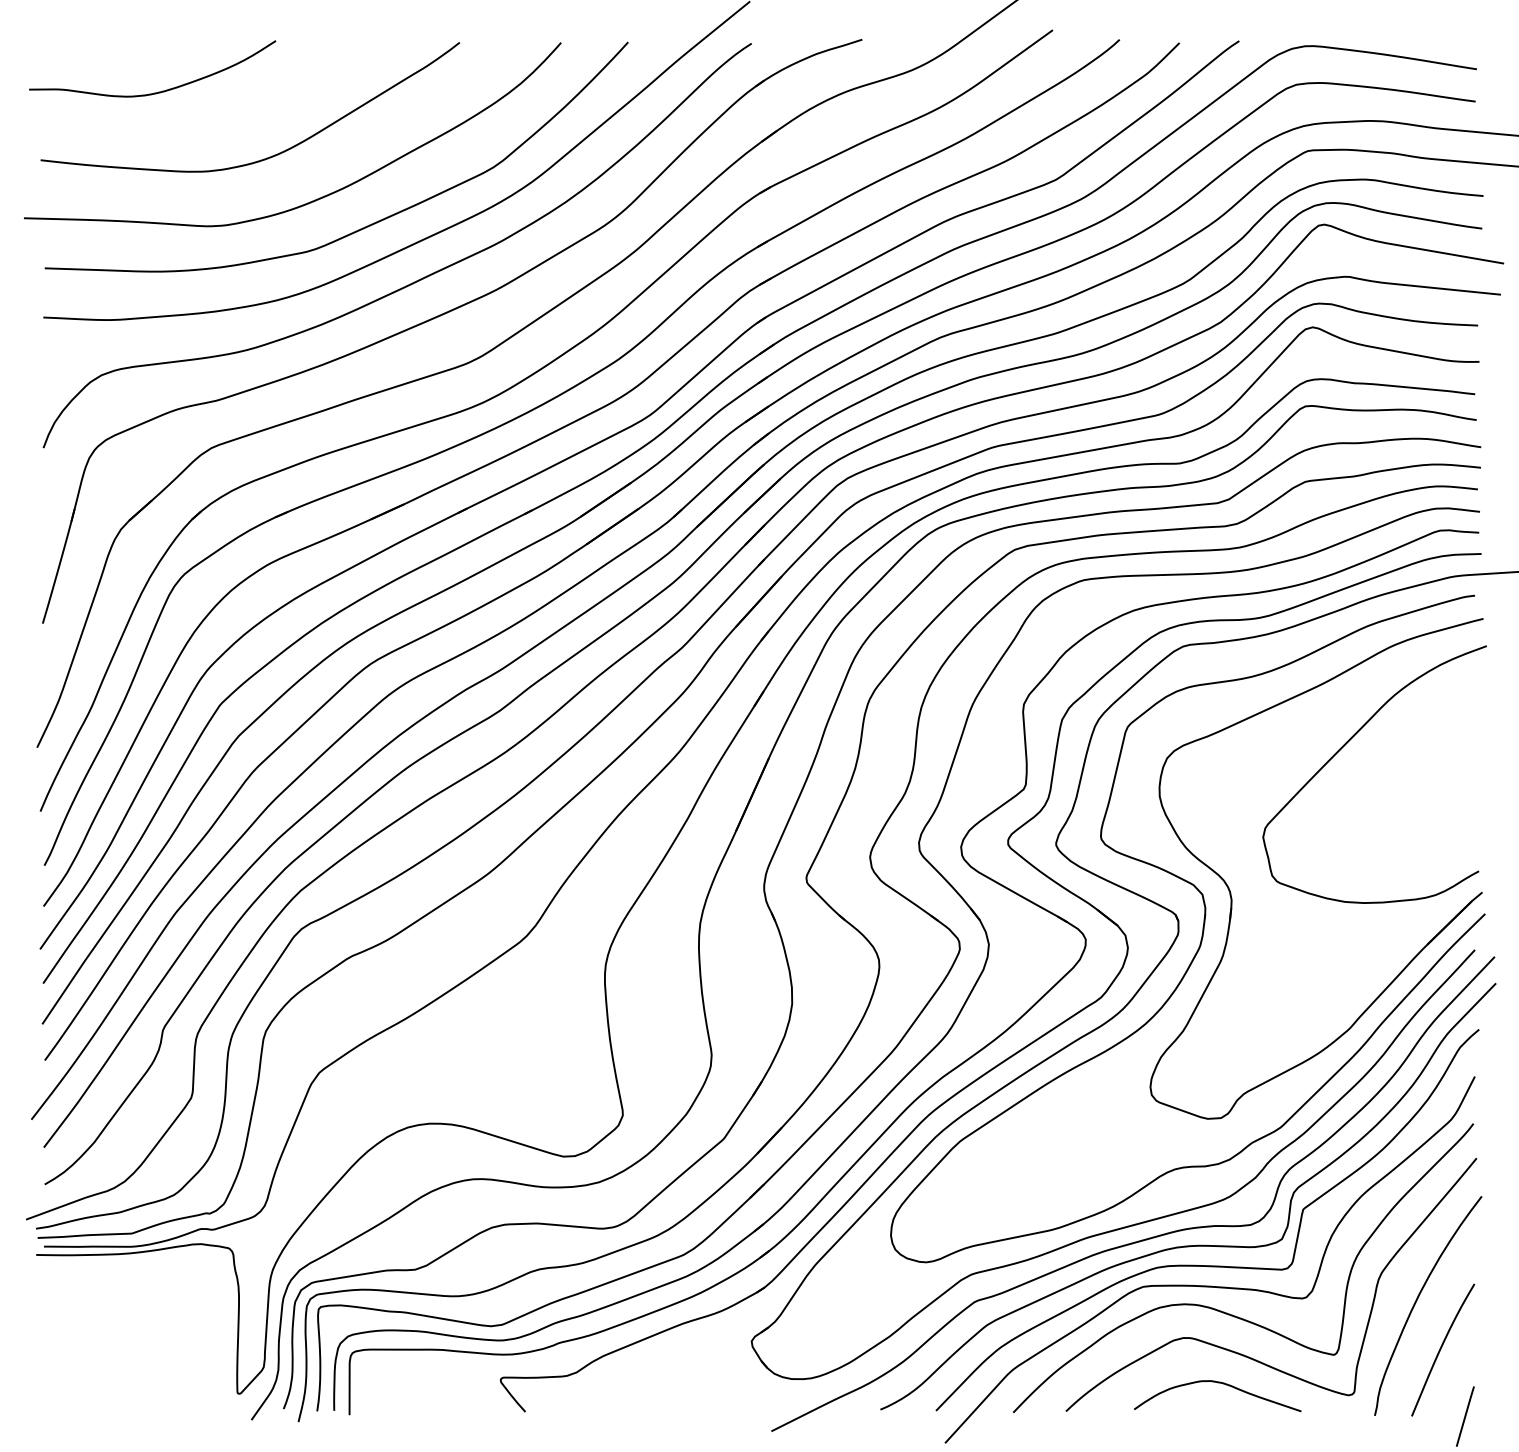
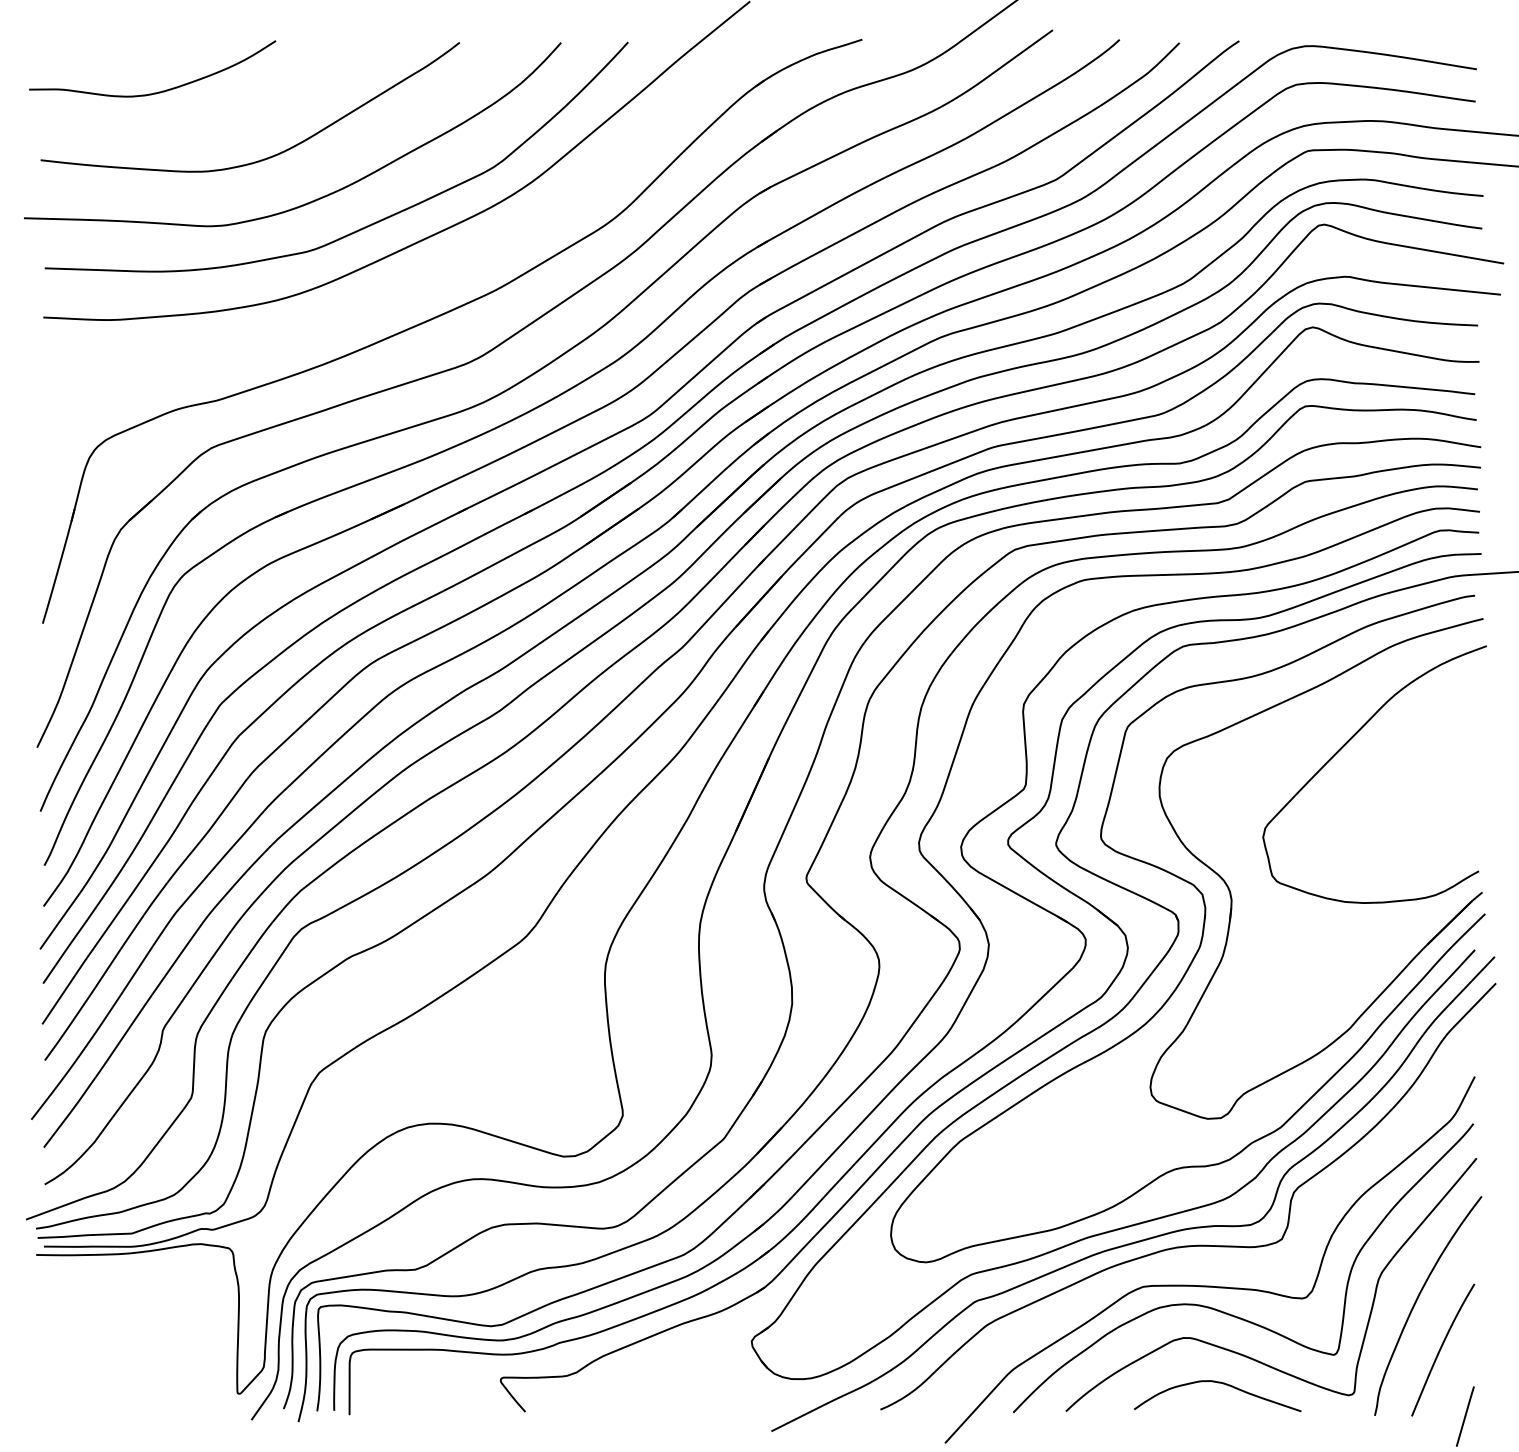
curve at (414, 281): present -> none
curve at (1207, 1265): present -> none
